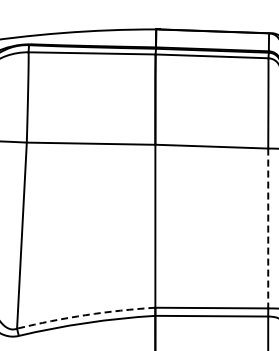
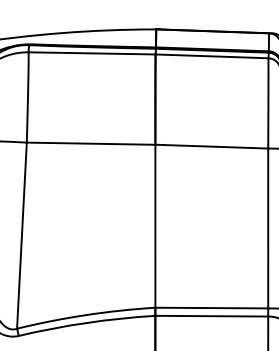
line at (268, 228): dashed -> solid
arc at (85, 315): dashed -> solid
